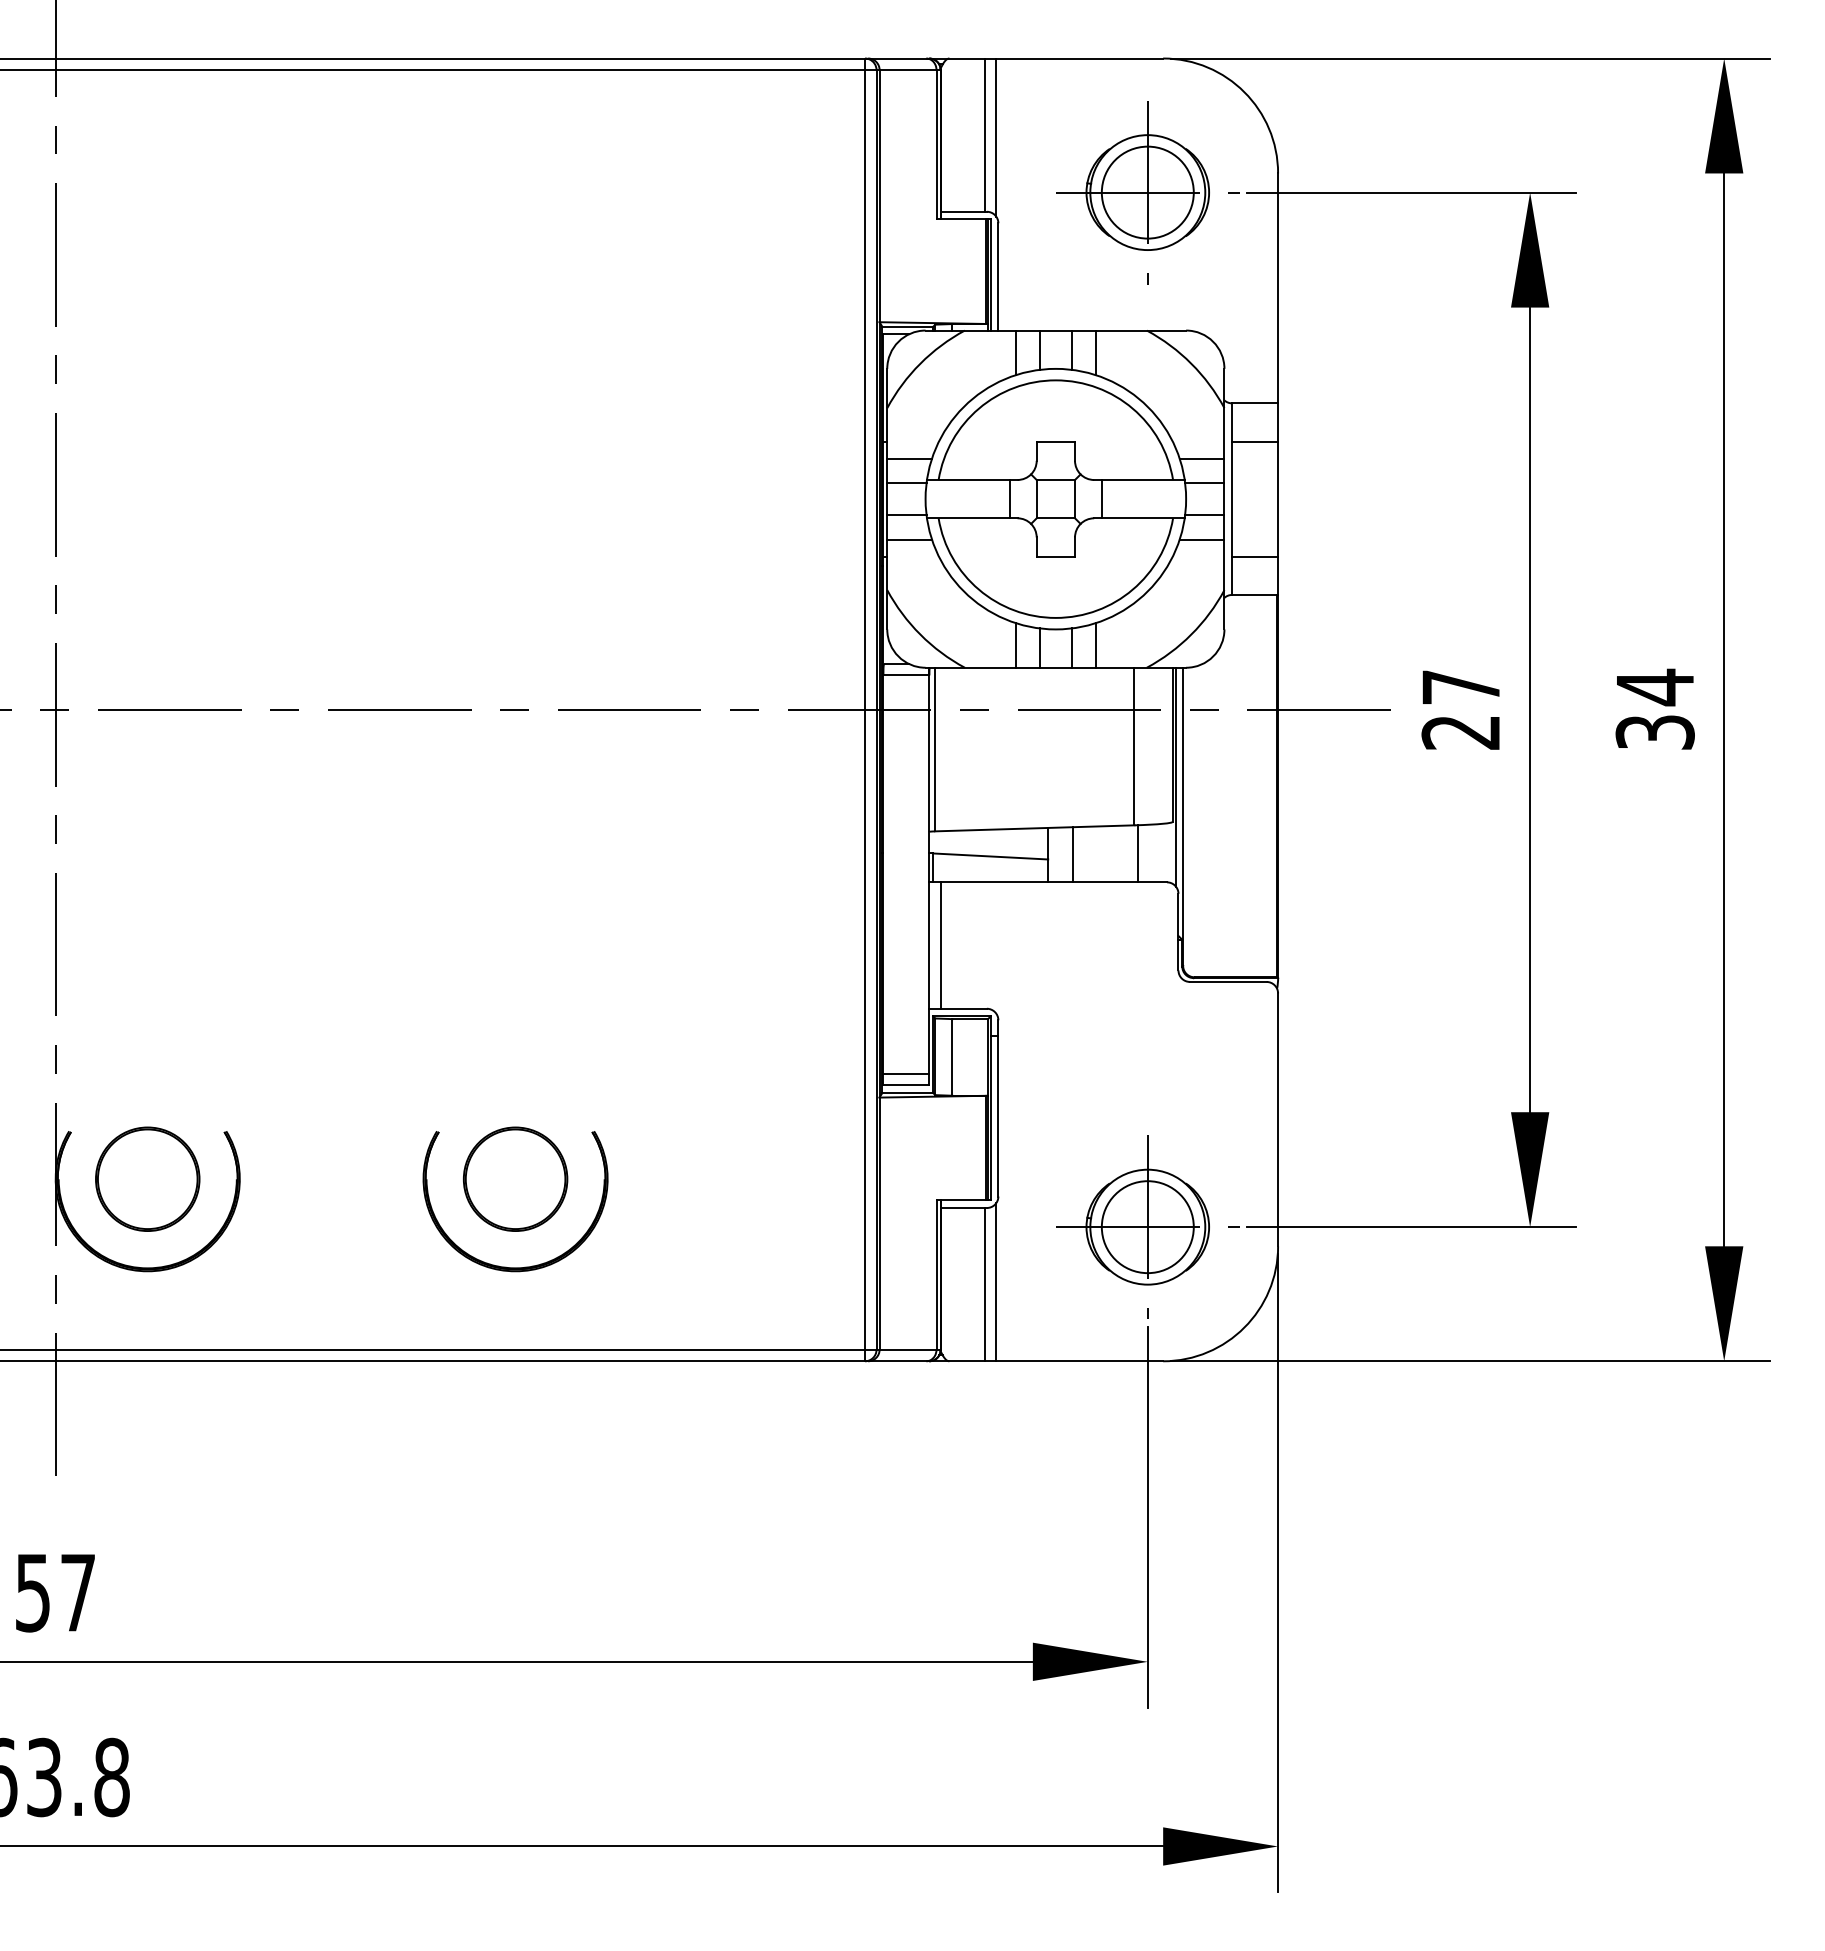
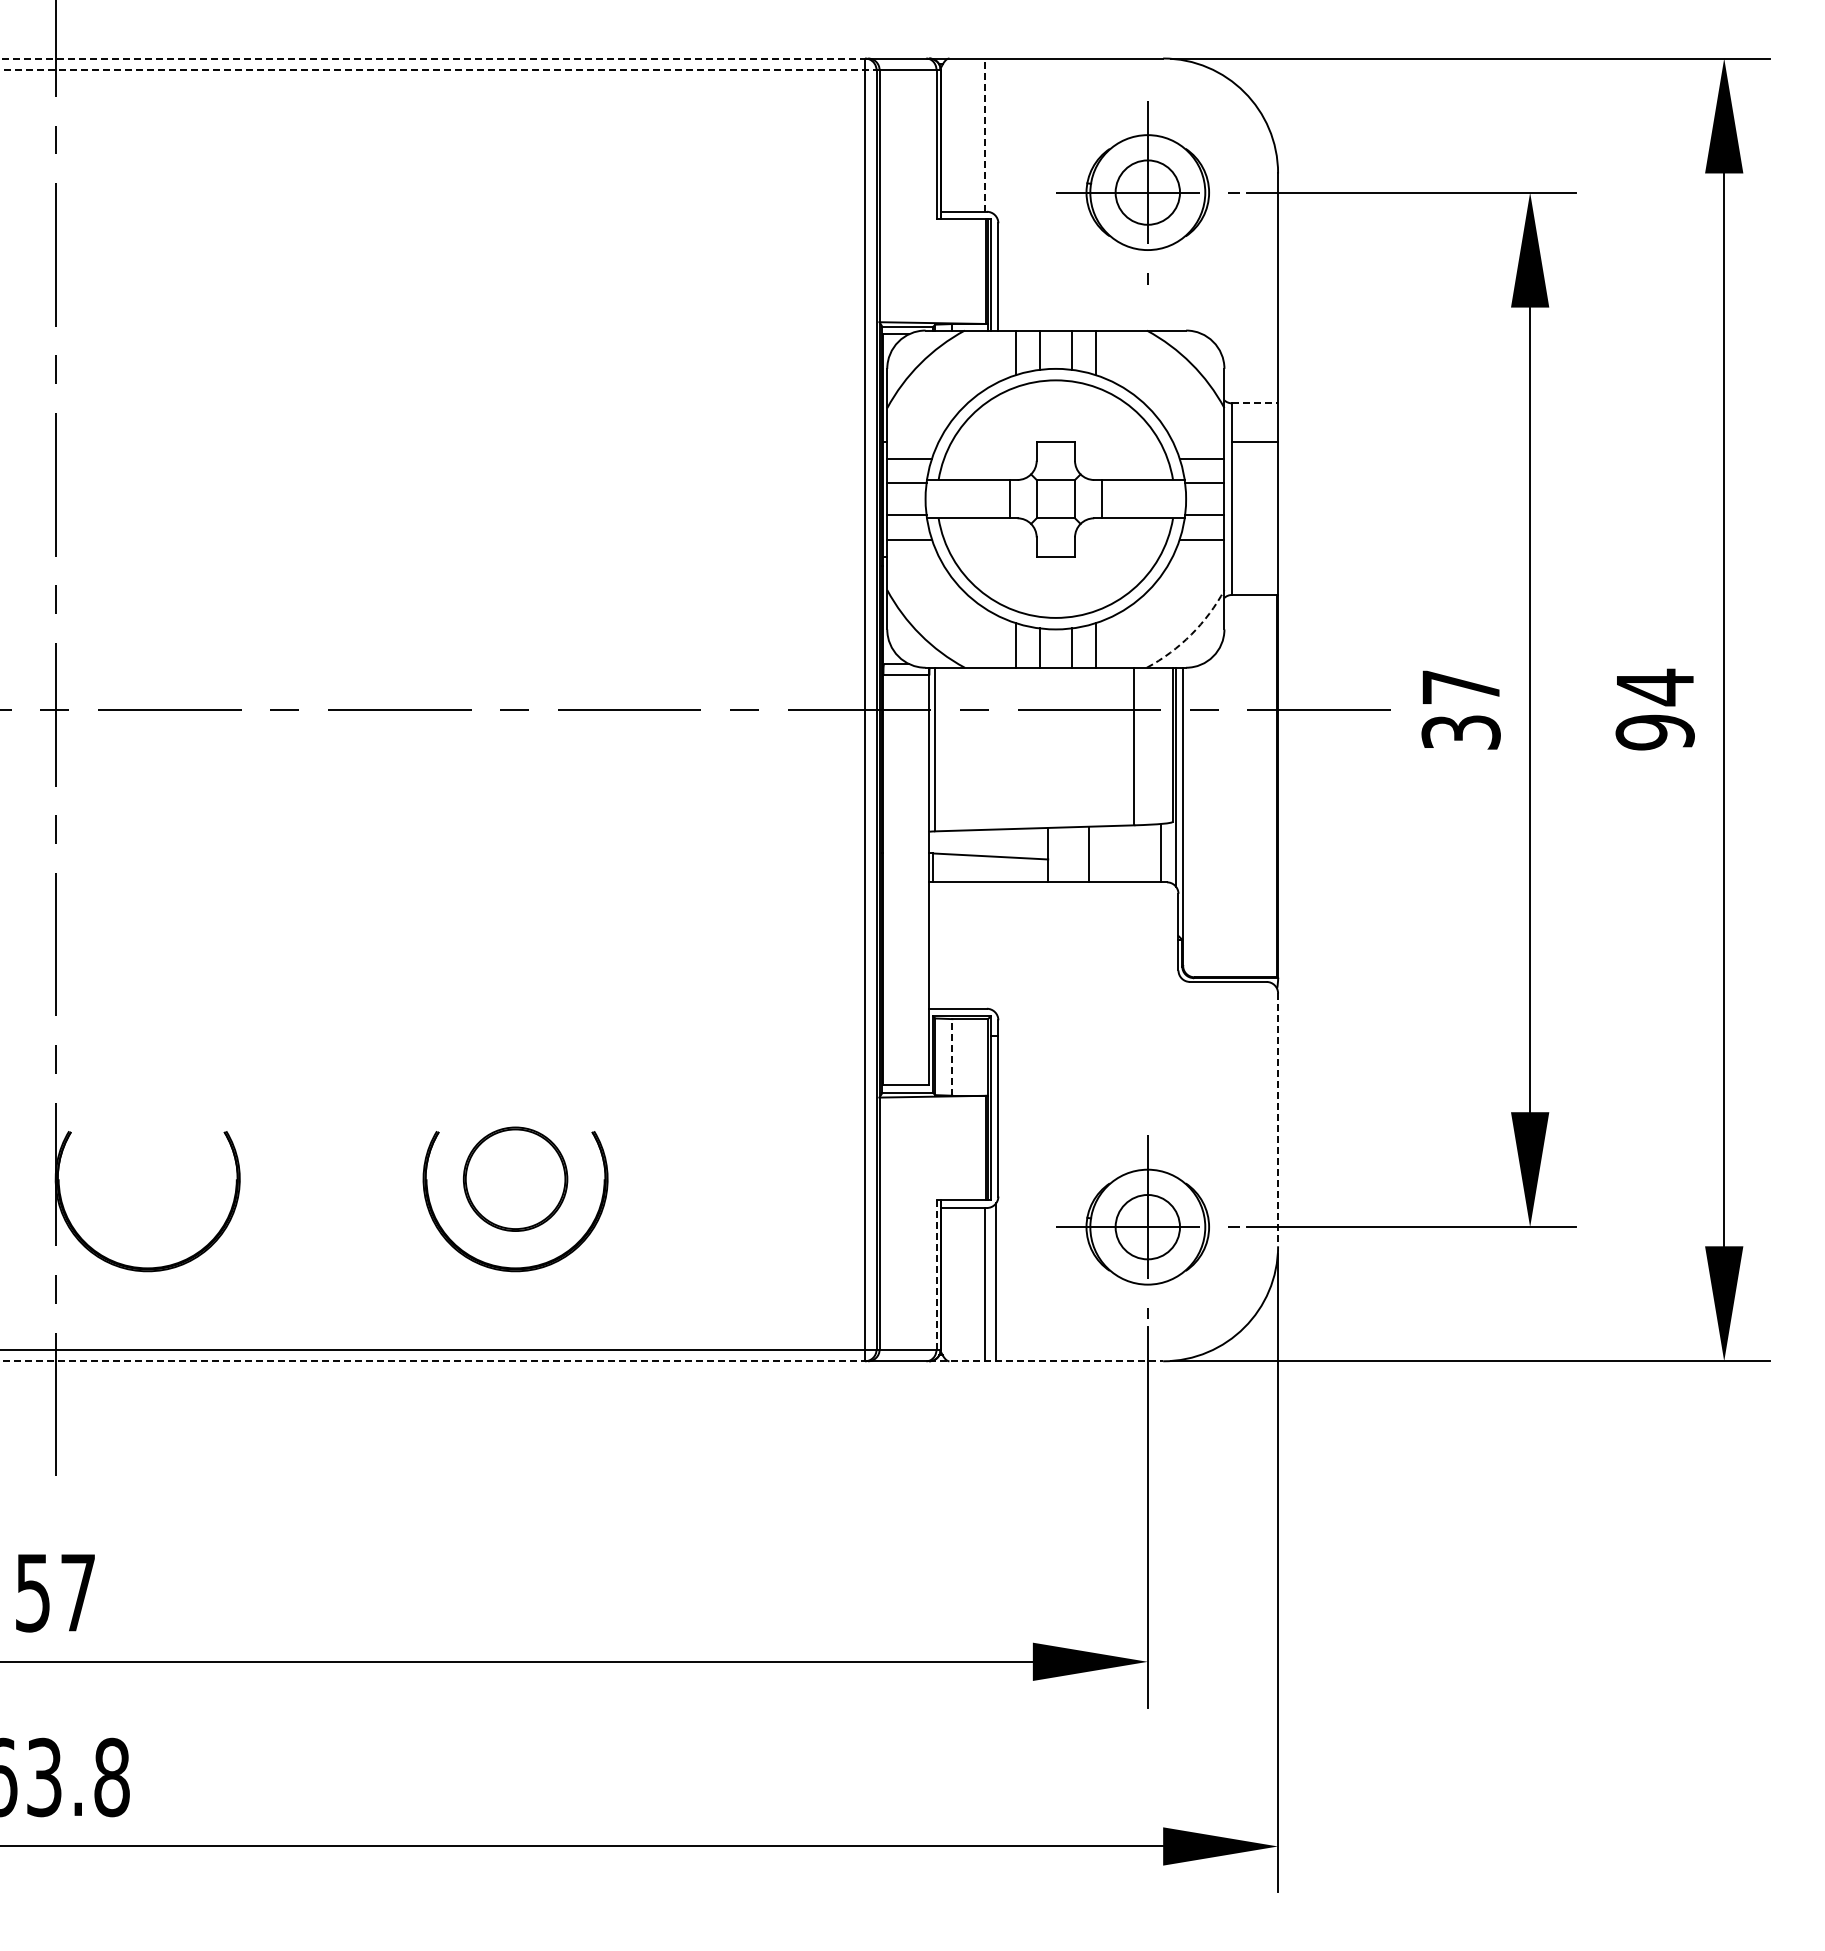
line at (434, 58): solid -> dashed
line at (439, 70): solid -> dashed
line at (985, 135): solid -> dashed
line at (996, 137): present -> none
circle at (1147, 192) diameter: 92 px -> 64 px
line at (1255, 403): solid -> dashed
line at (1255, 556): present -> none
arc at (1191, 634): solid -> dashed
text at (1460, 732): 27 -> 37
text at (1654, 732): 34 -> 94
line at (1137, 853) position: (1137, 853) -> (1160, 853)
line at (1073, 854) position: (1073, 854) -> (1089, 854)
line at (940, 945): present -> none
line at (952, 1056): solid -> dashed
line at (906, 1073): present -> none
line at (1278, 1120): solid -> dashed
part at (147, 1178): present -> none
circle at (1147, 1227) diameter: 92 px -> 64 px
line at (936, 1275): solid -> dashed
line at (434, 1361): solid -> dashed
line at (1046, 1361): solid -> dashed
